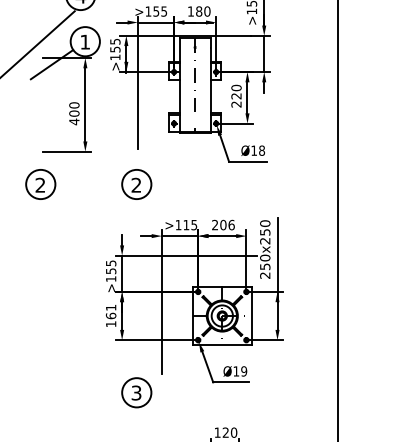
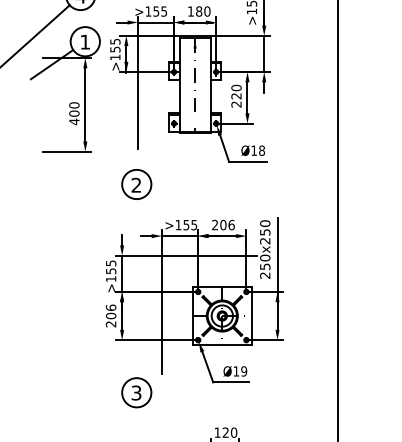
line at (38, 43) position: (38, 43) -> (35, 35)
part at (40, 184): present -> none
text at (186, 225): >115 -> >155
text at (110, 315): 161 -> 206
